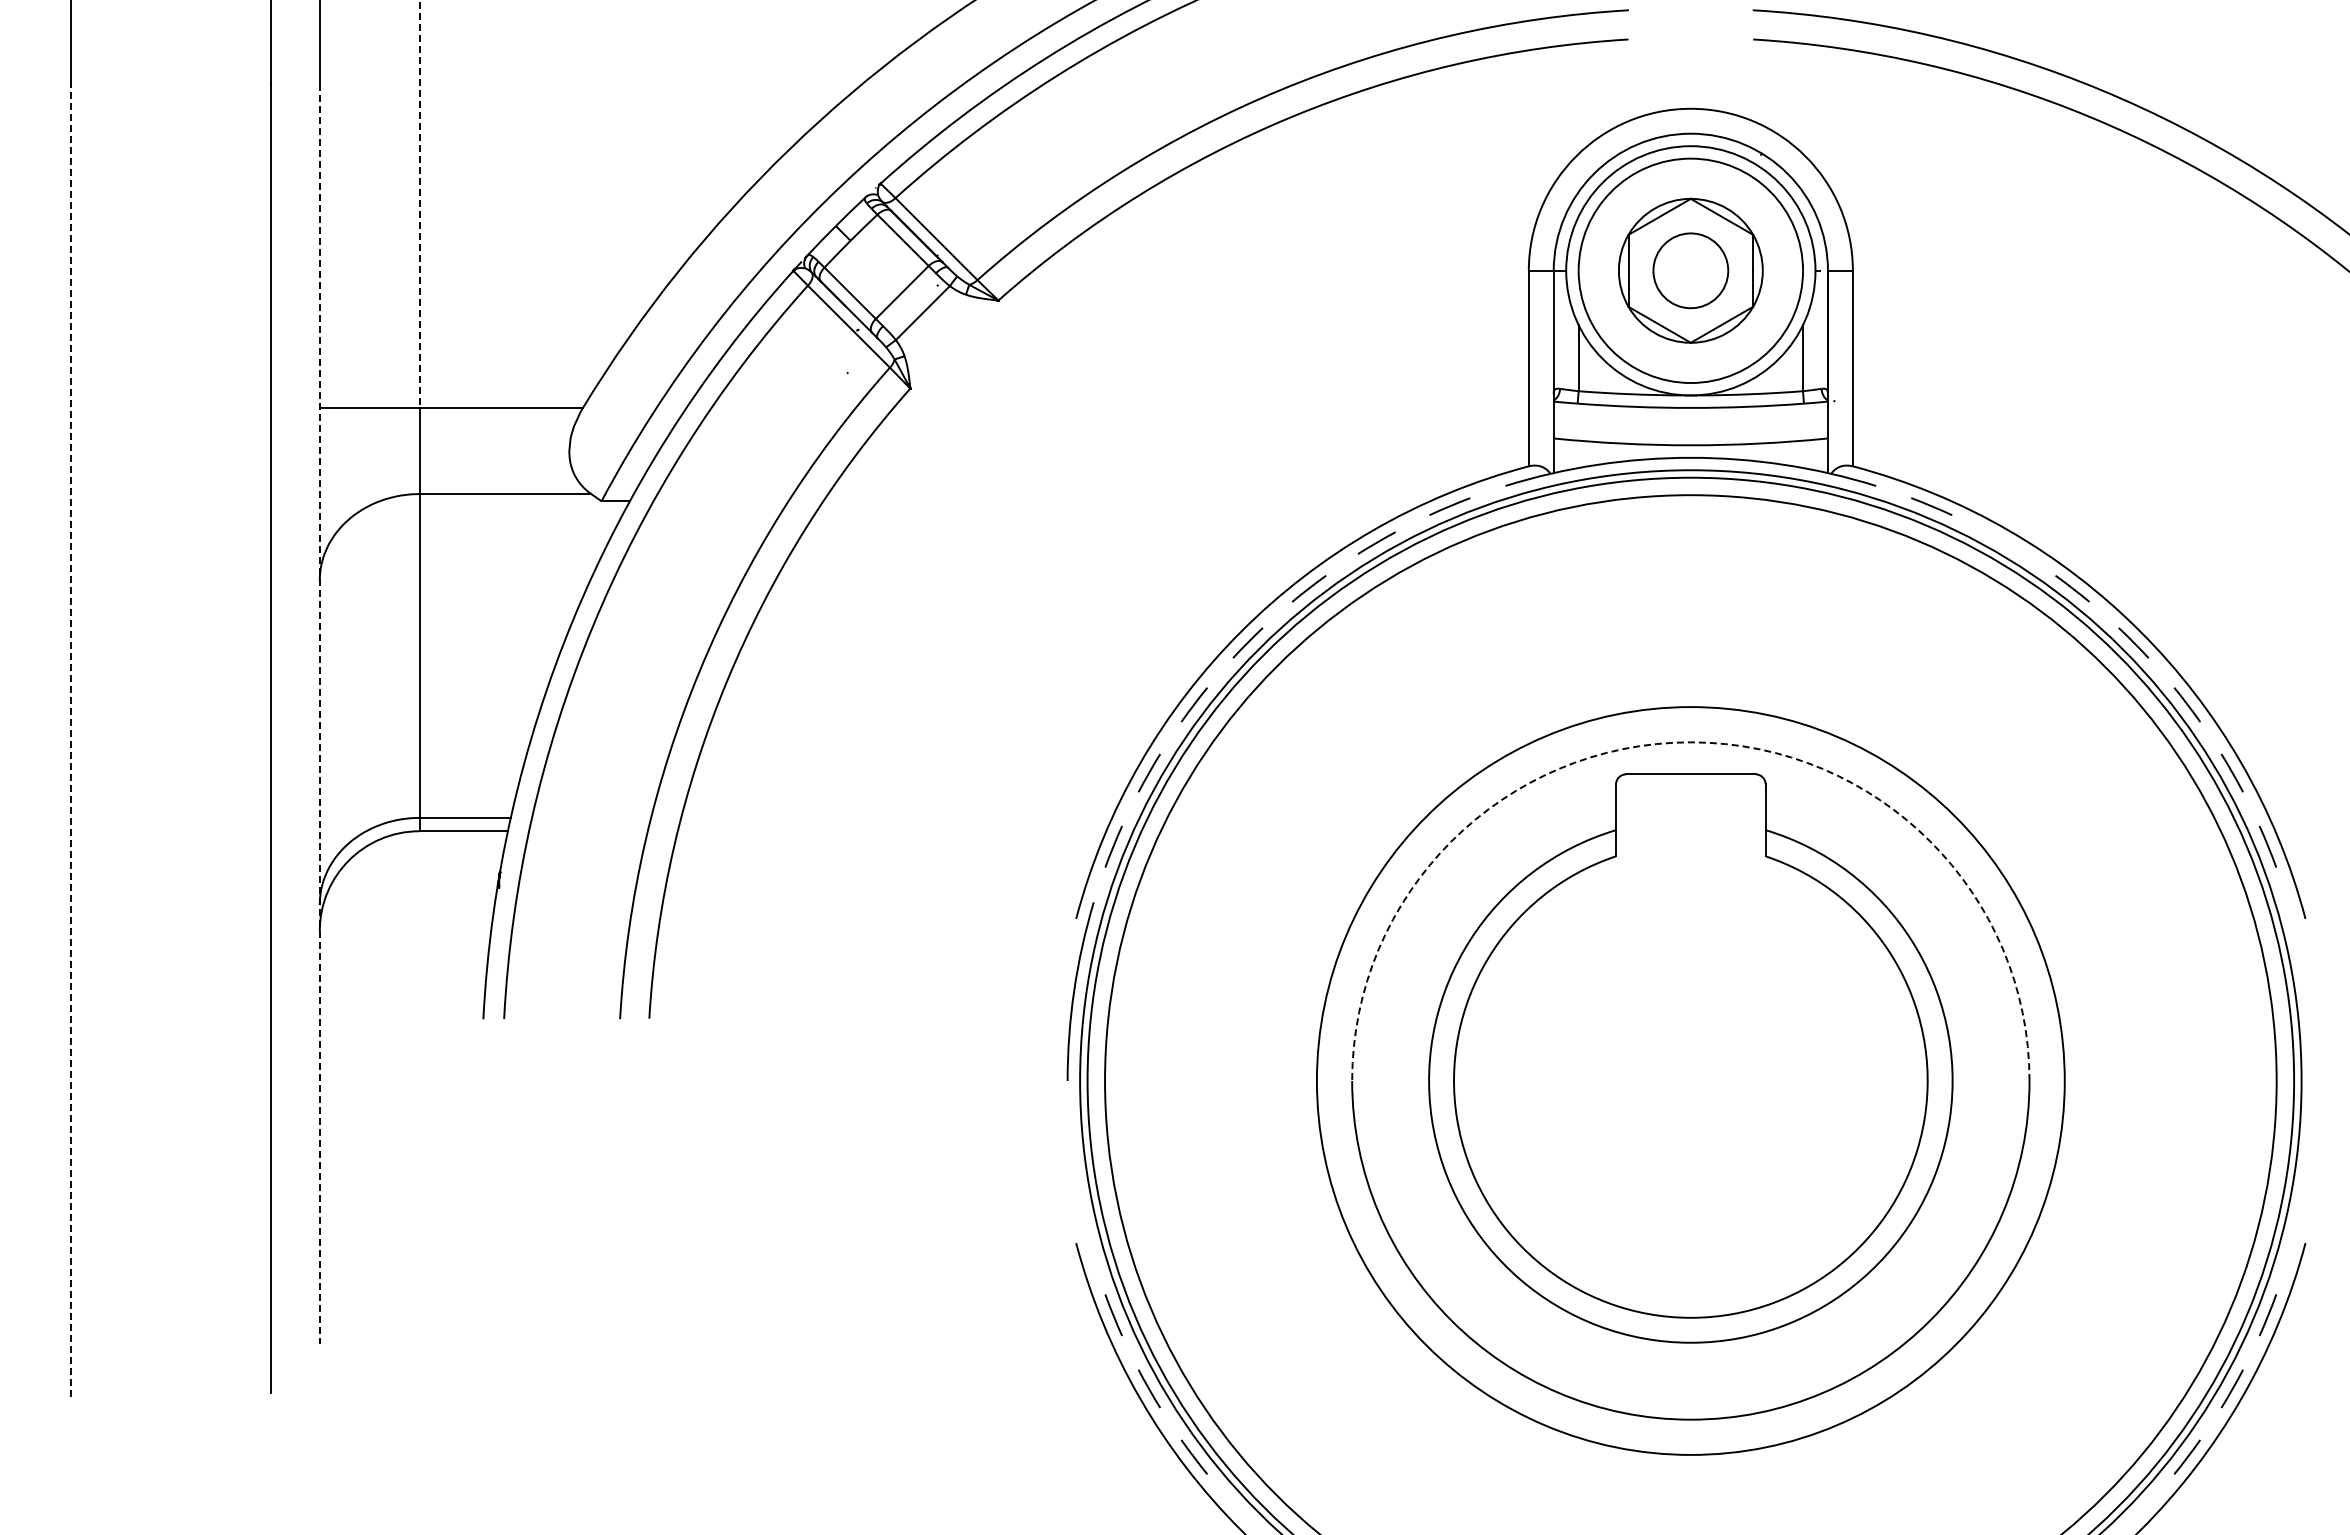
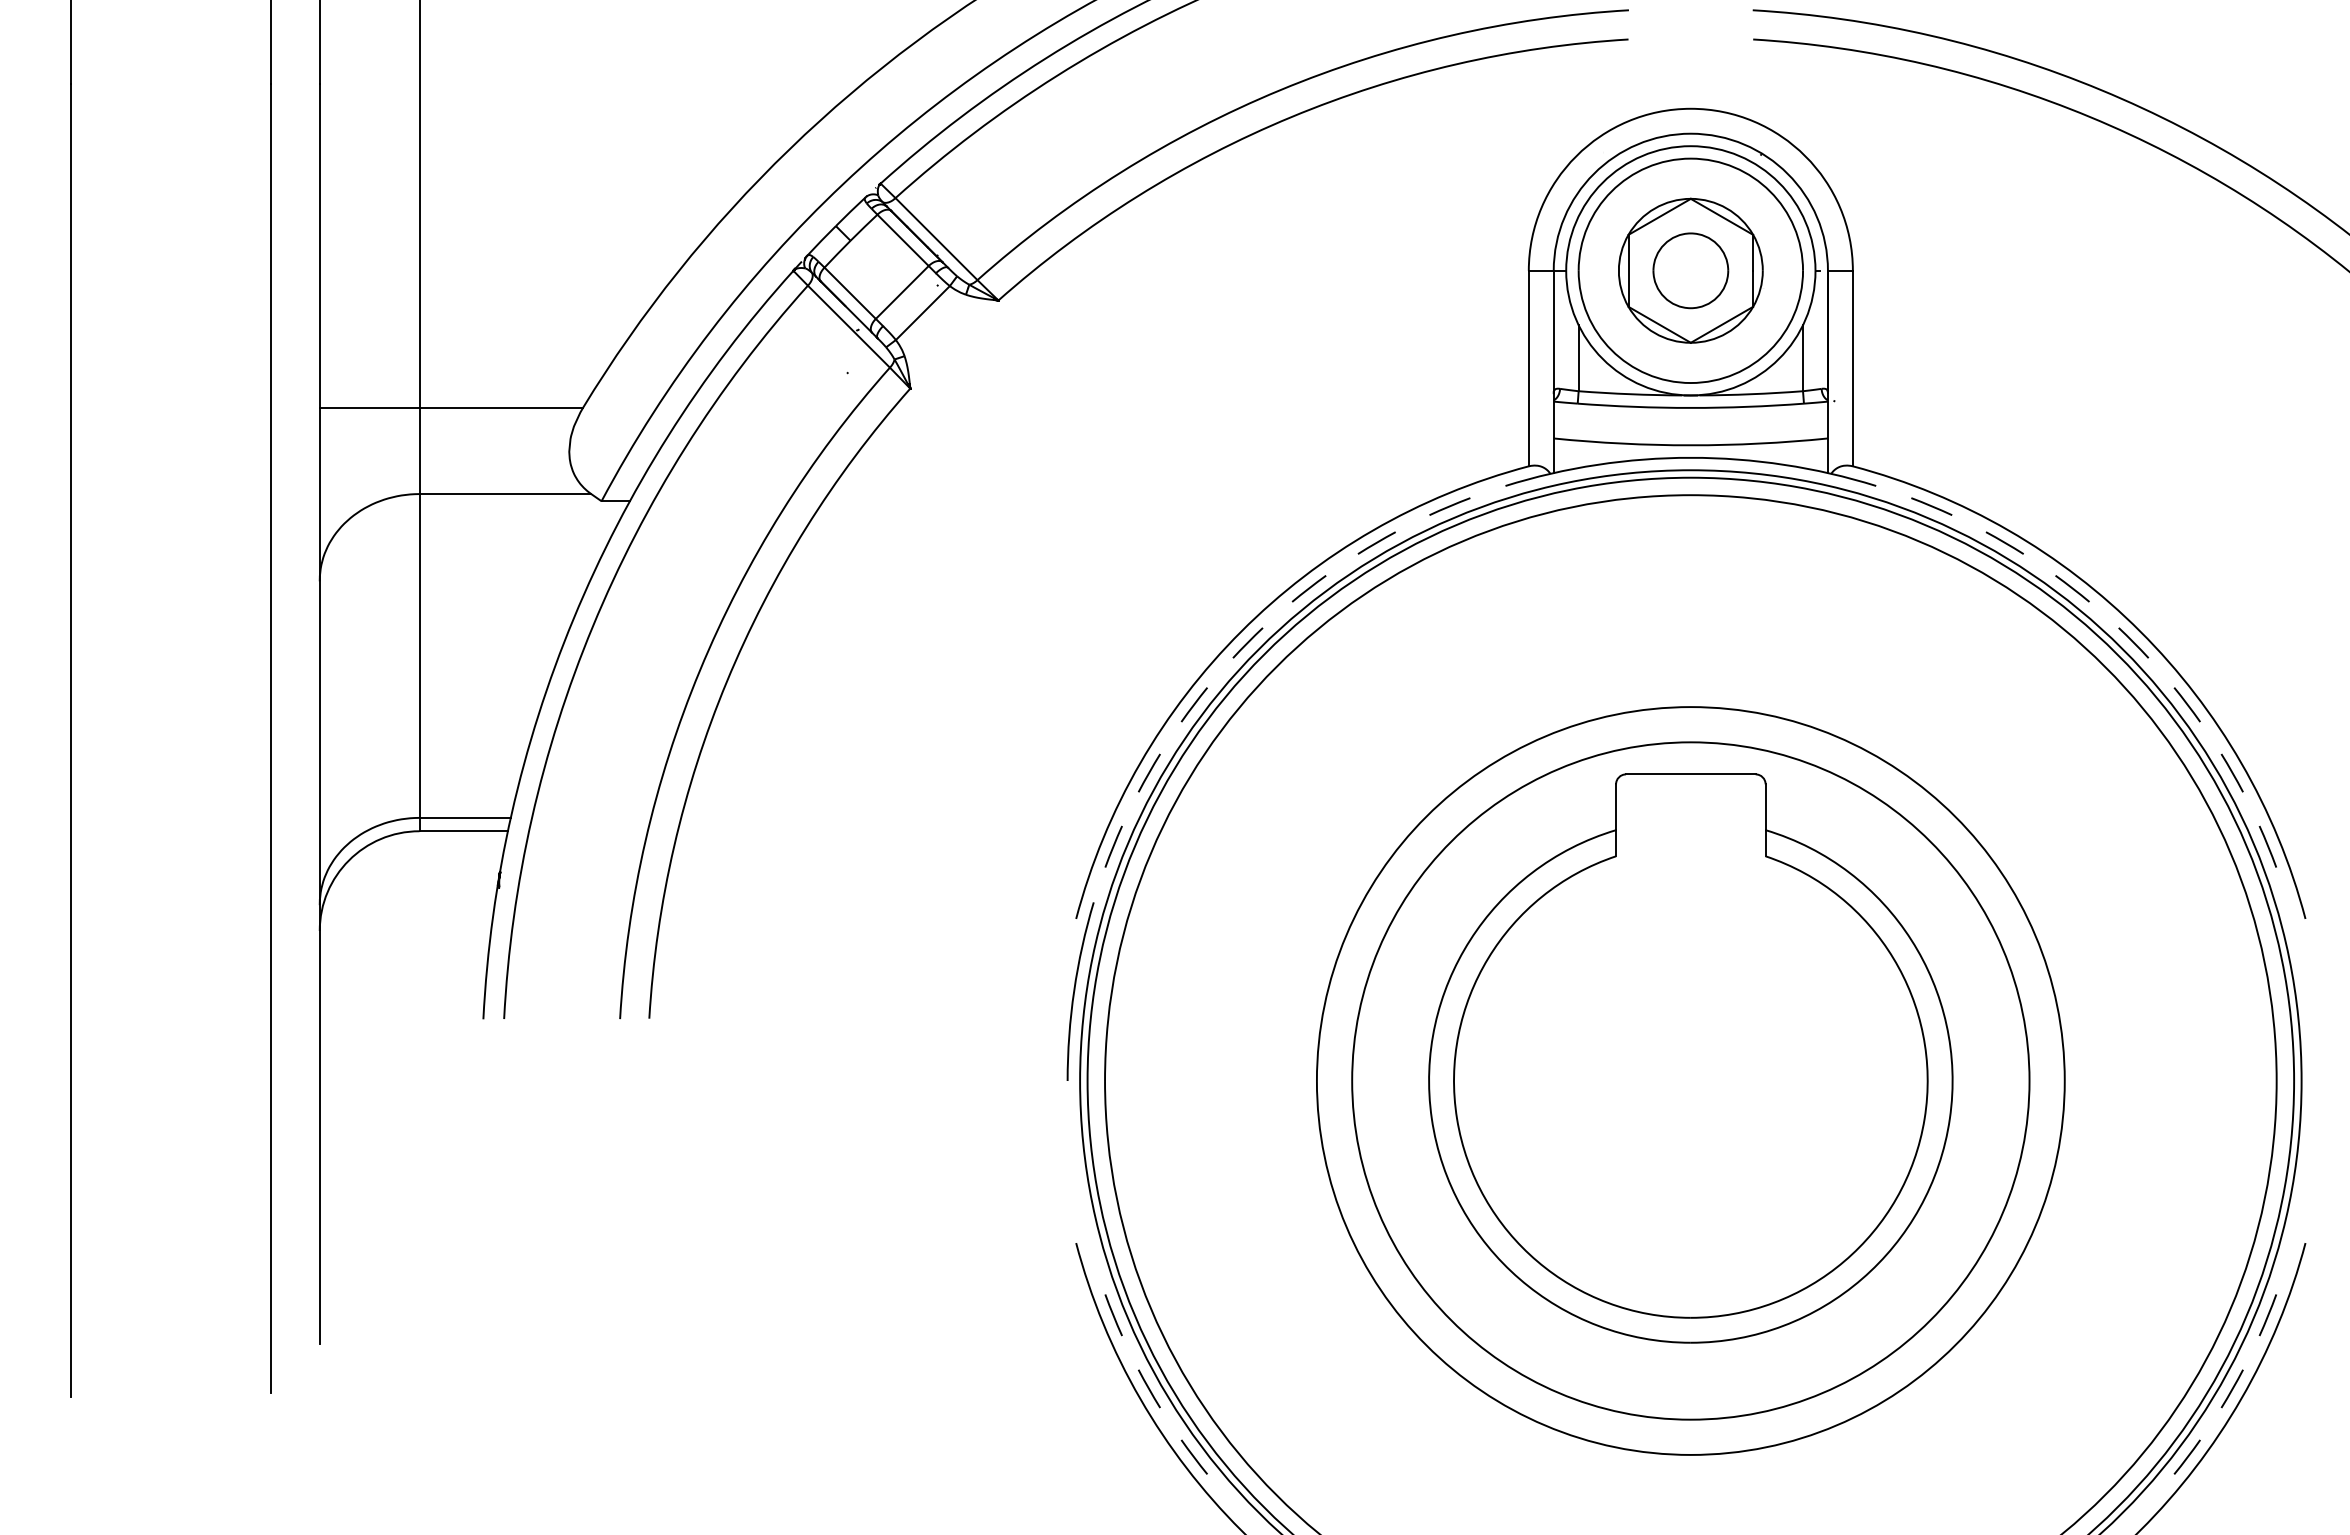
line at (419, 204): dashed -> solid
line at (2004, 542): none -> present
line at (319, 713): dashed -> solid
line at (70, 740): dashed -> solid
arc at (1690, 742): dashed -> solid
